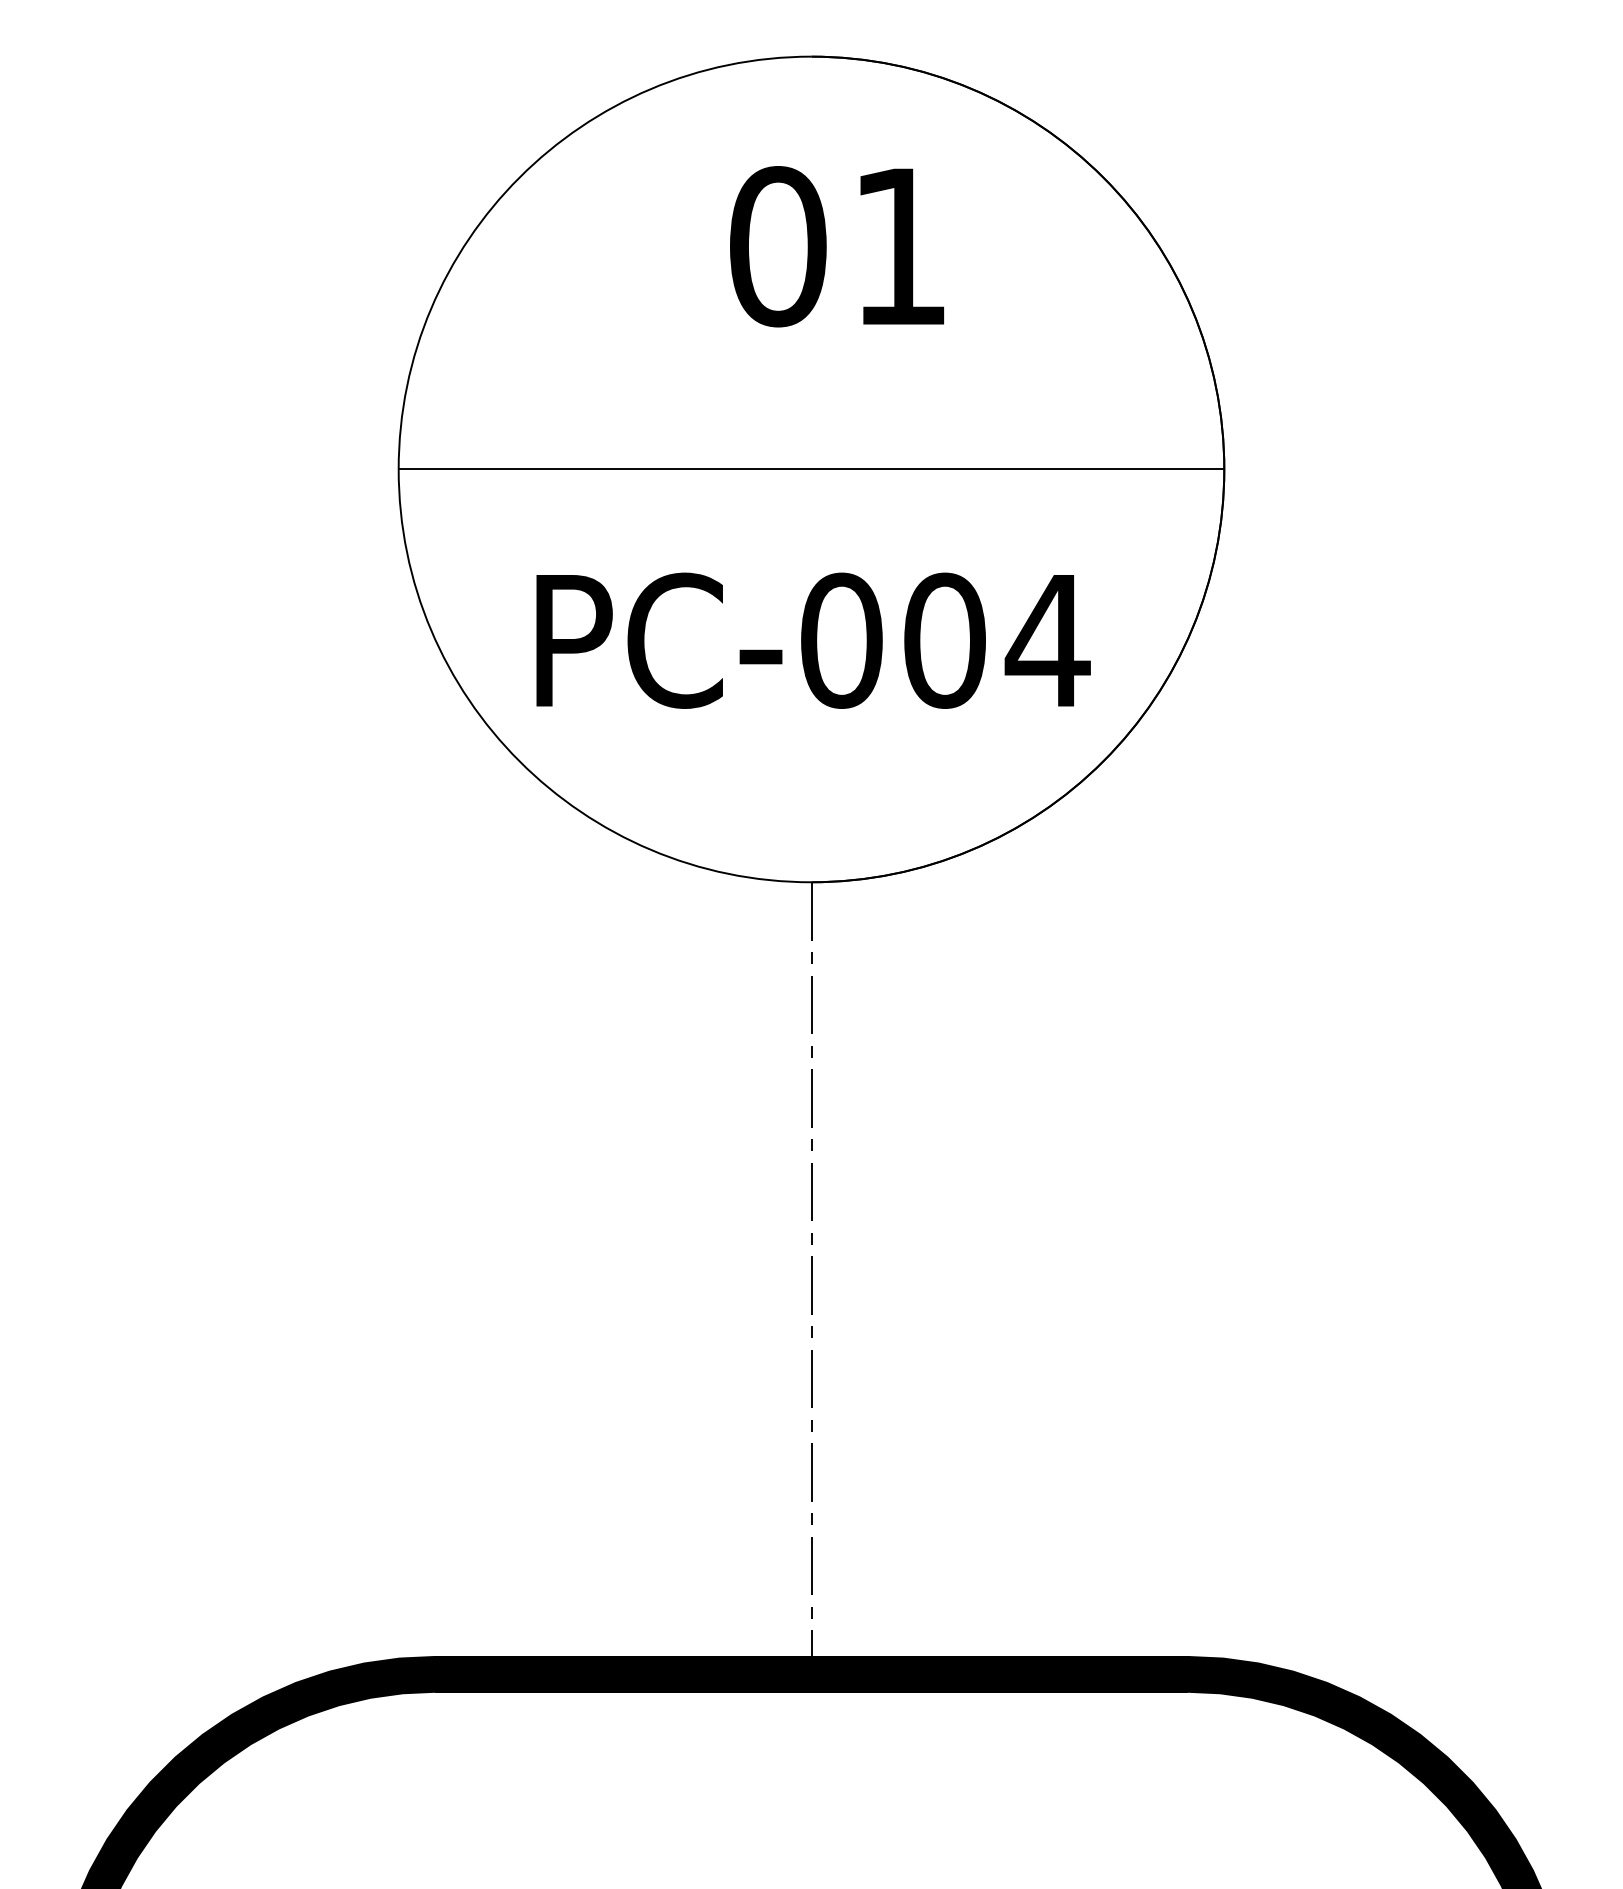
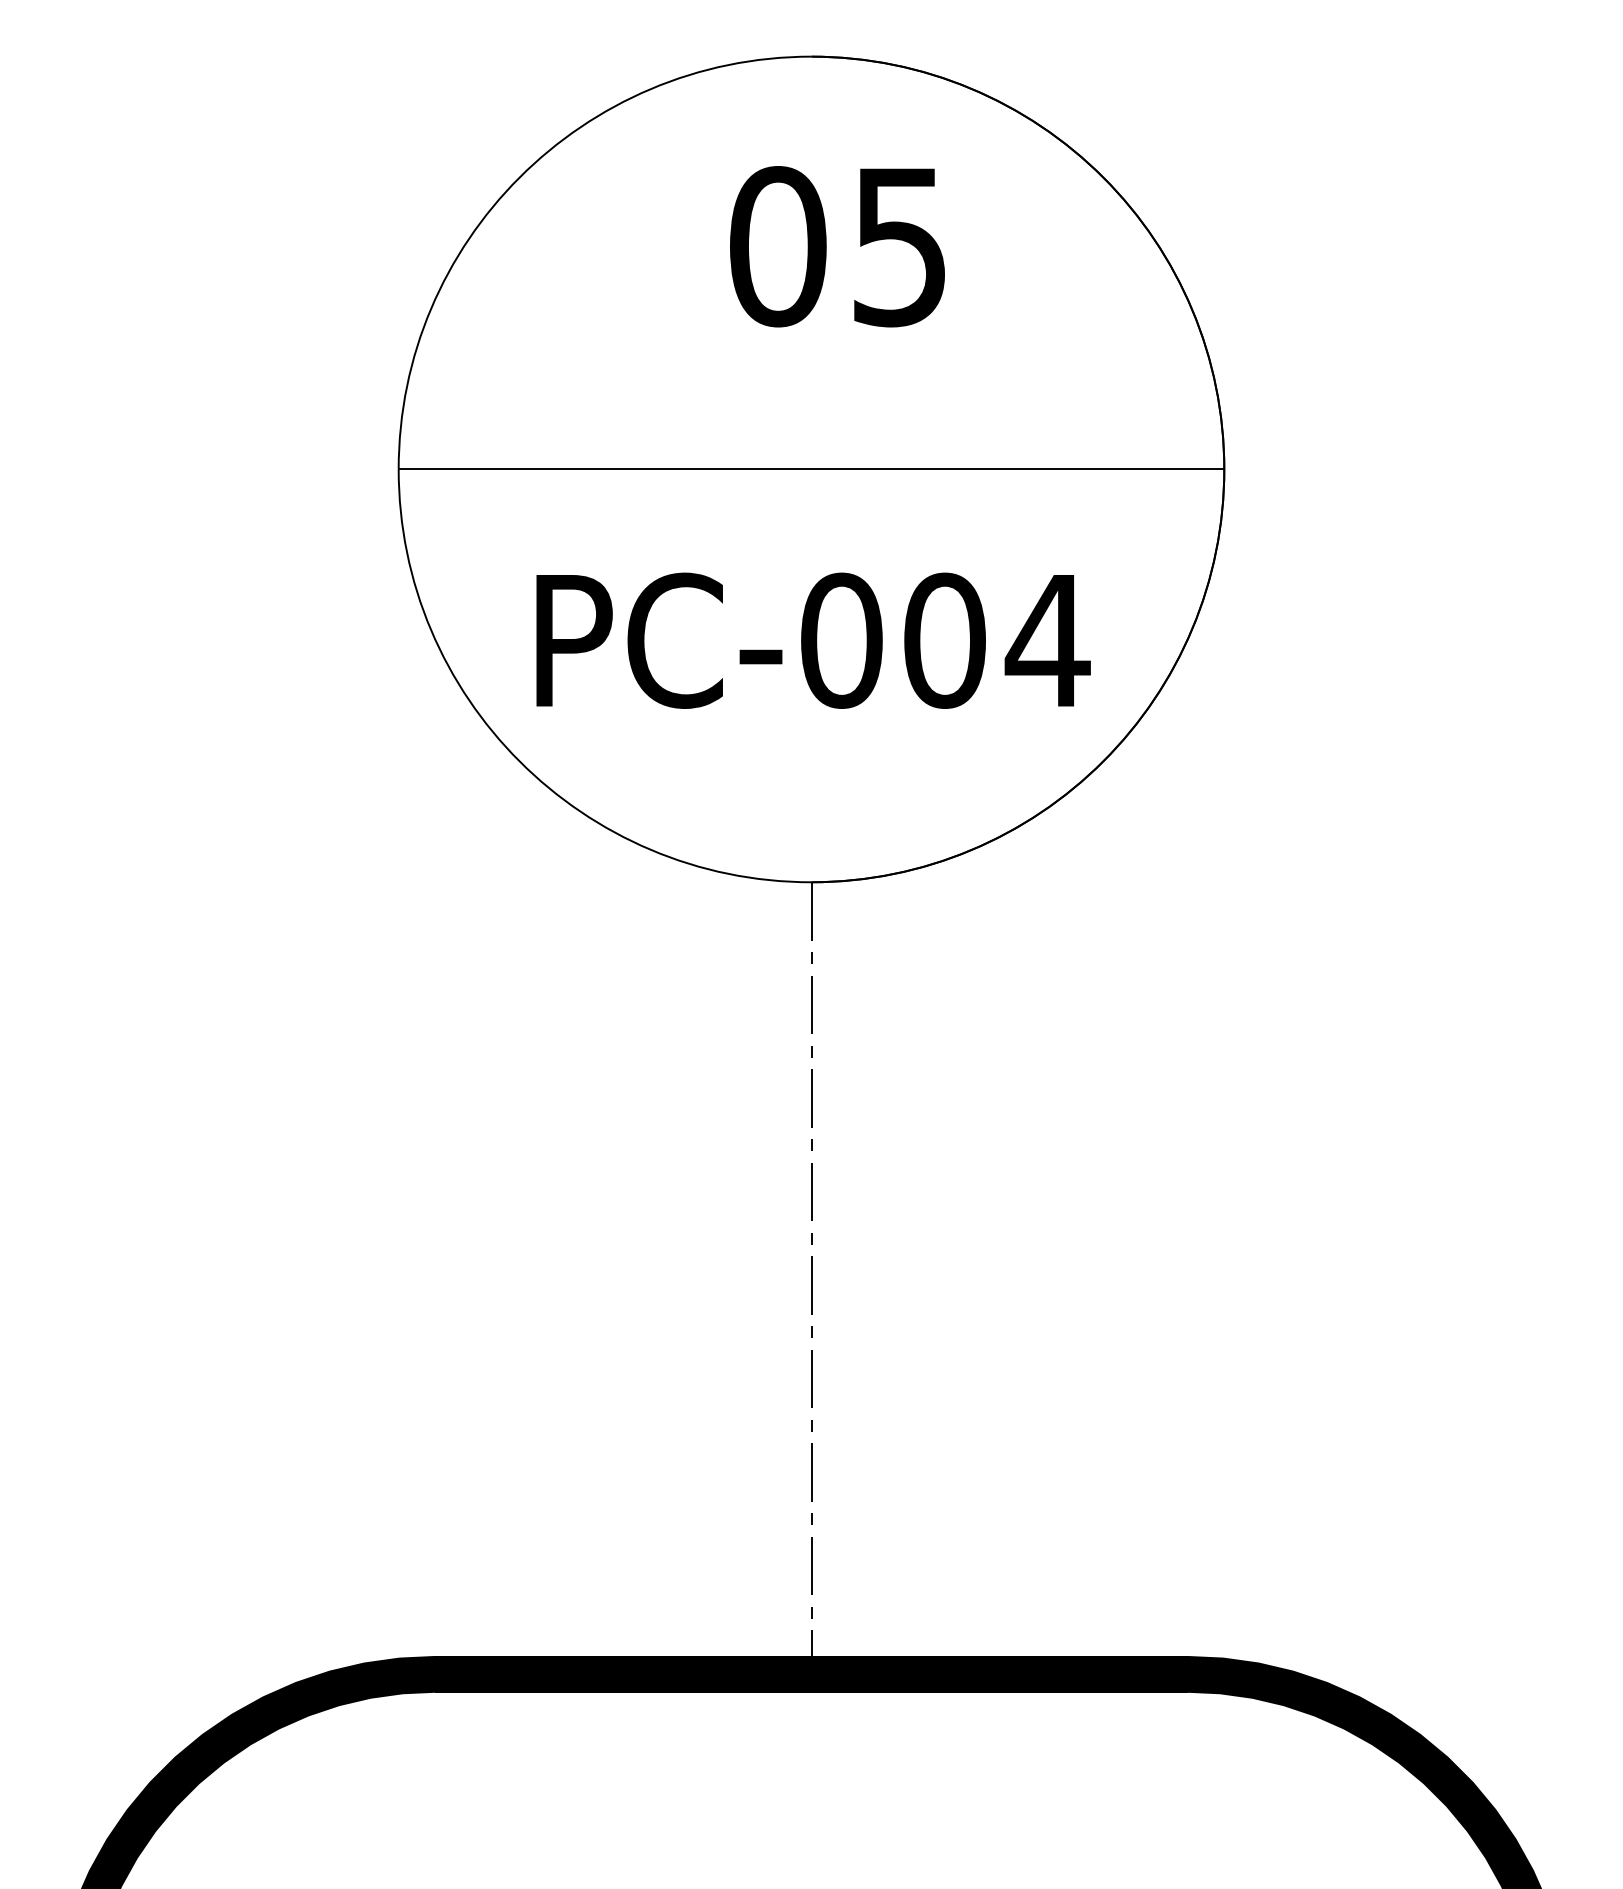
text at (899, 247): 01 -> 05
